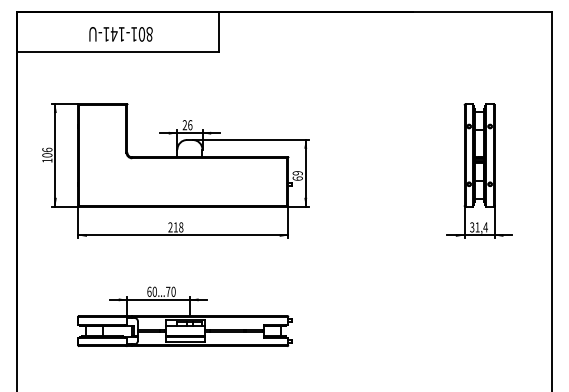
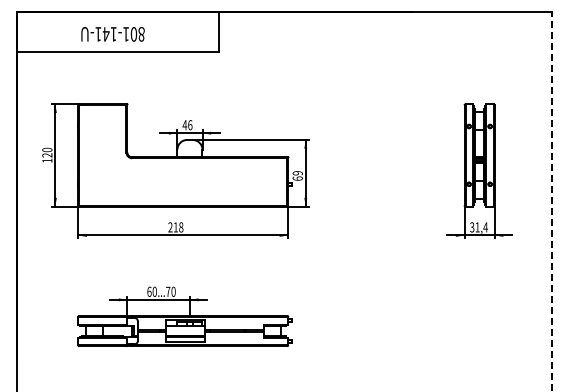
text at (120, 34) position: (120, 34) -> (112, 34)
text at (184, 125): 26 -> 46
text at (47, 152): 106 -> 120
line at (551, 201): solid -> dashed
